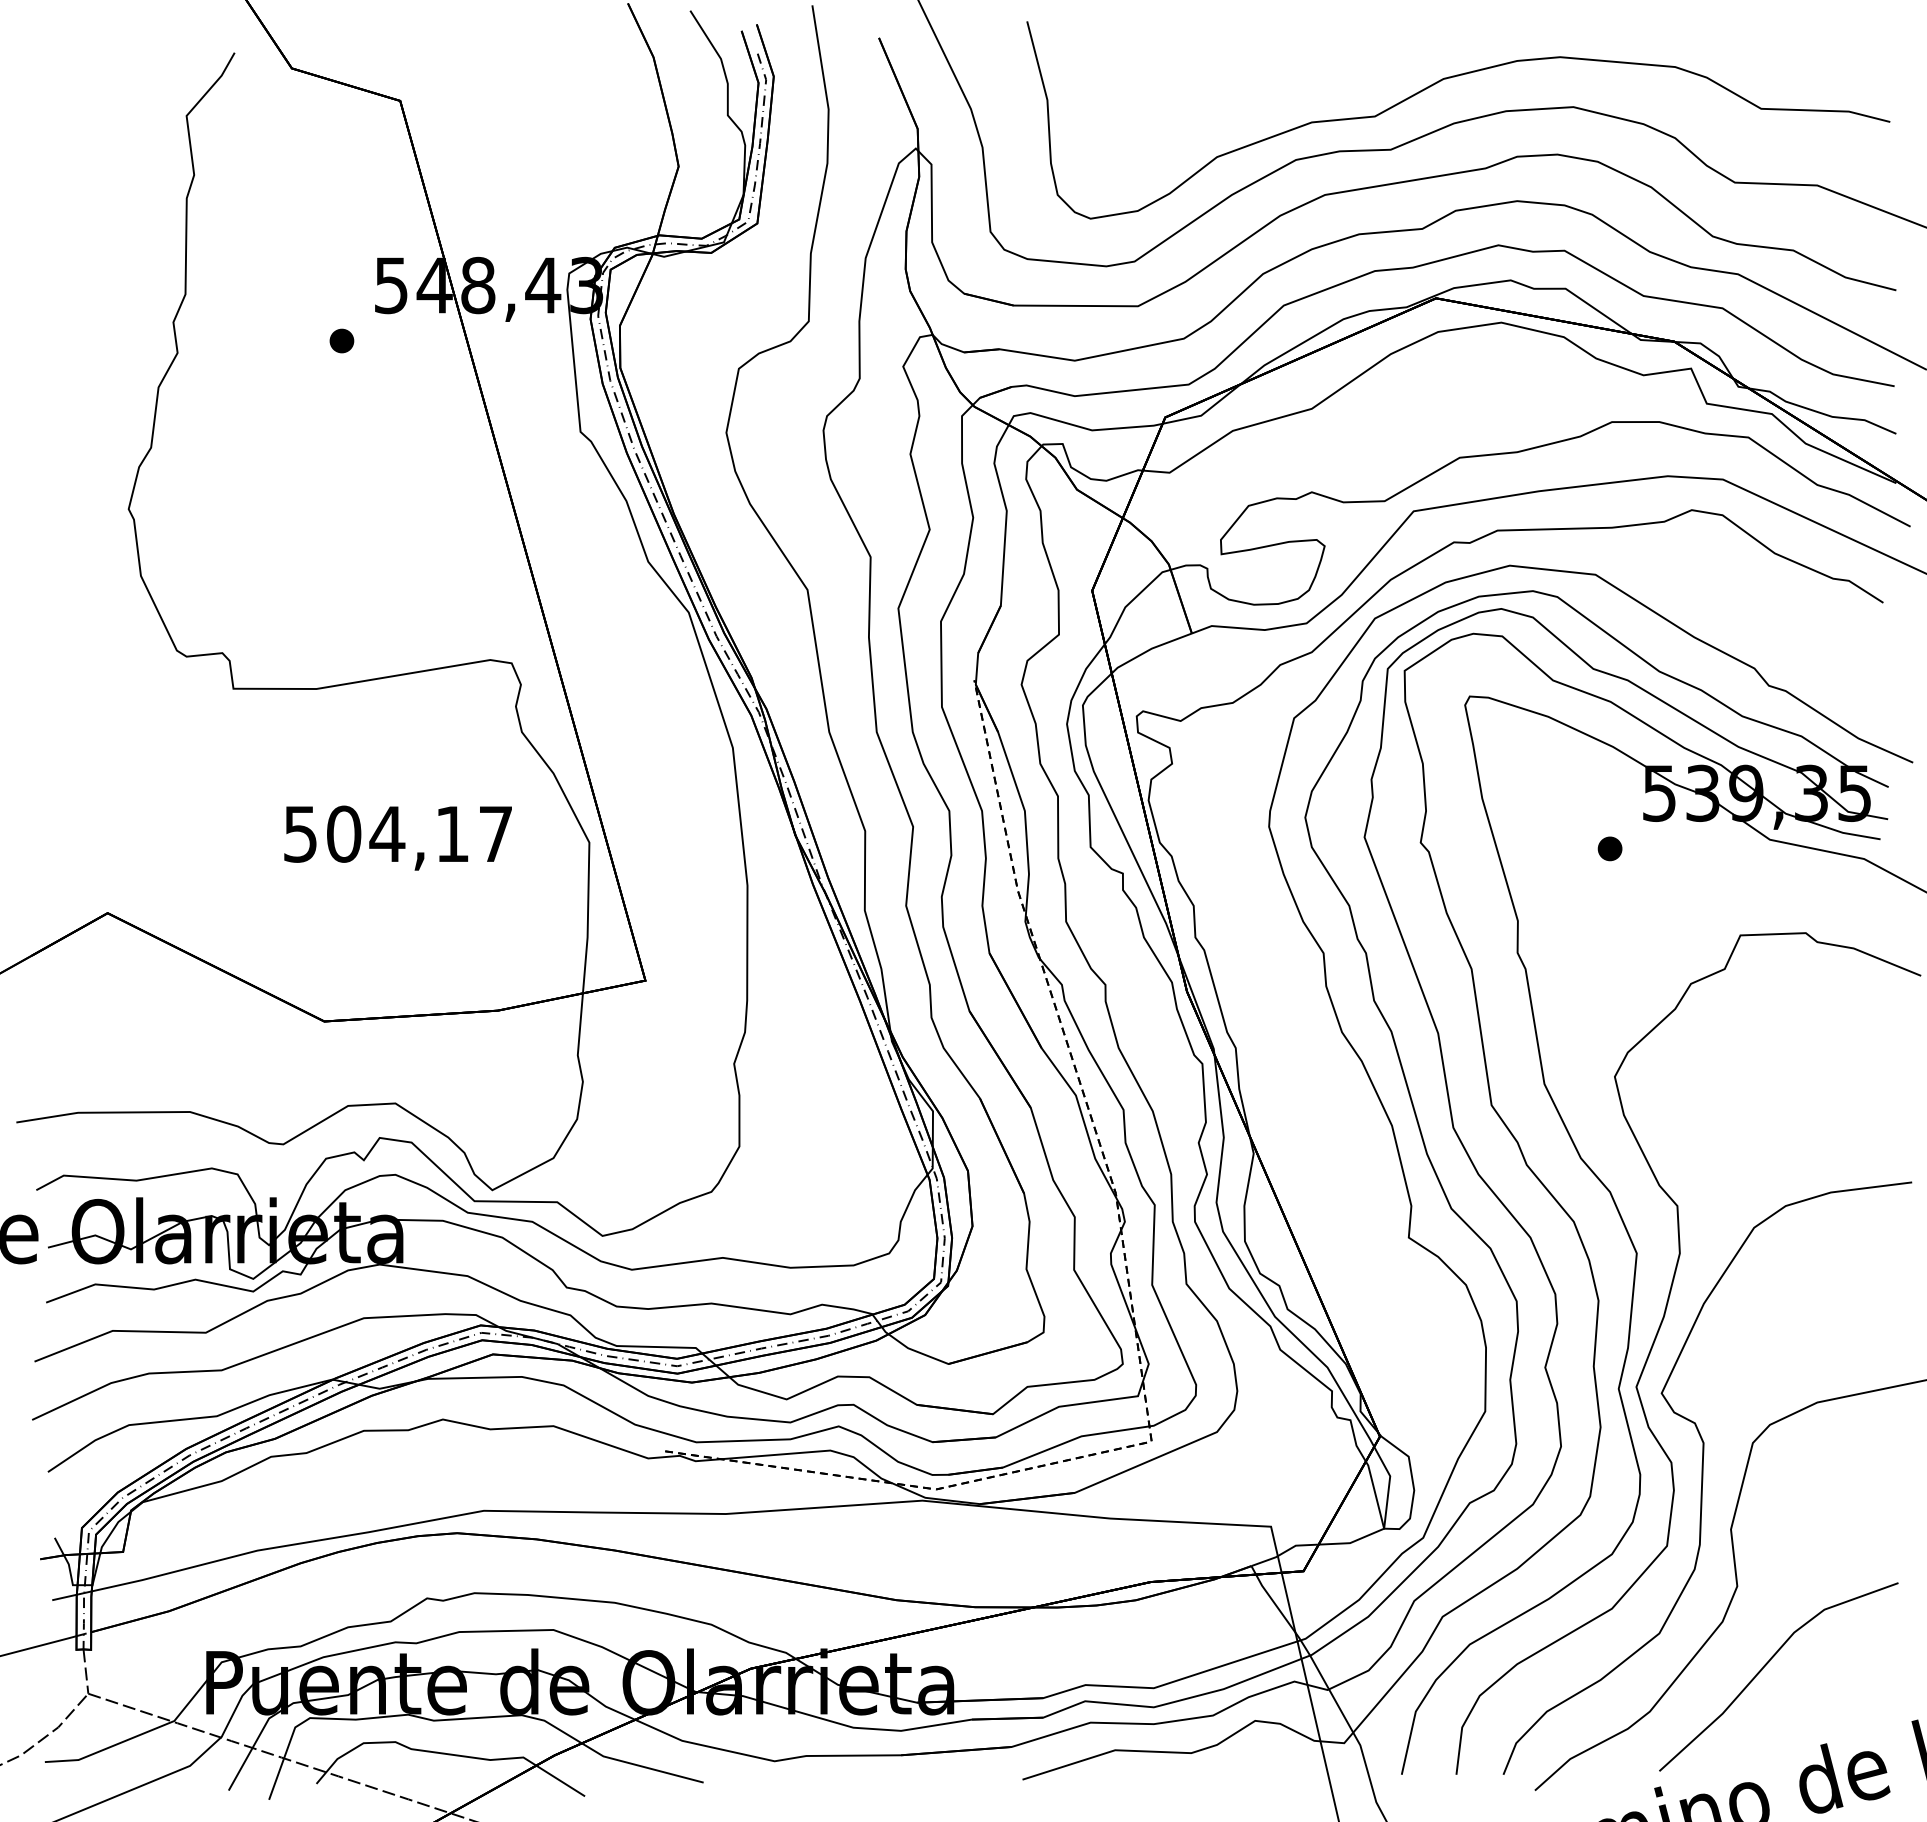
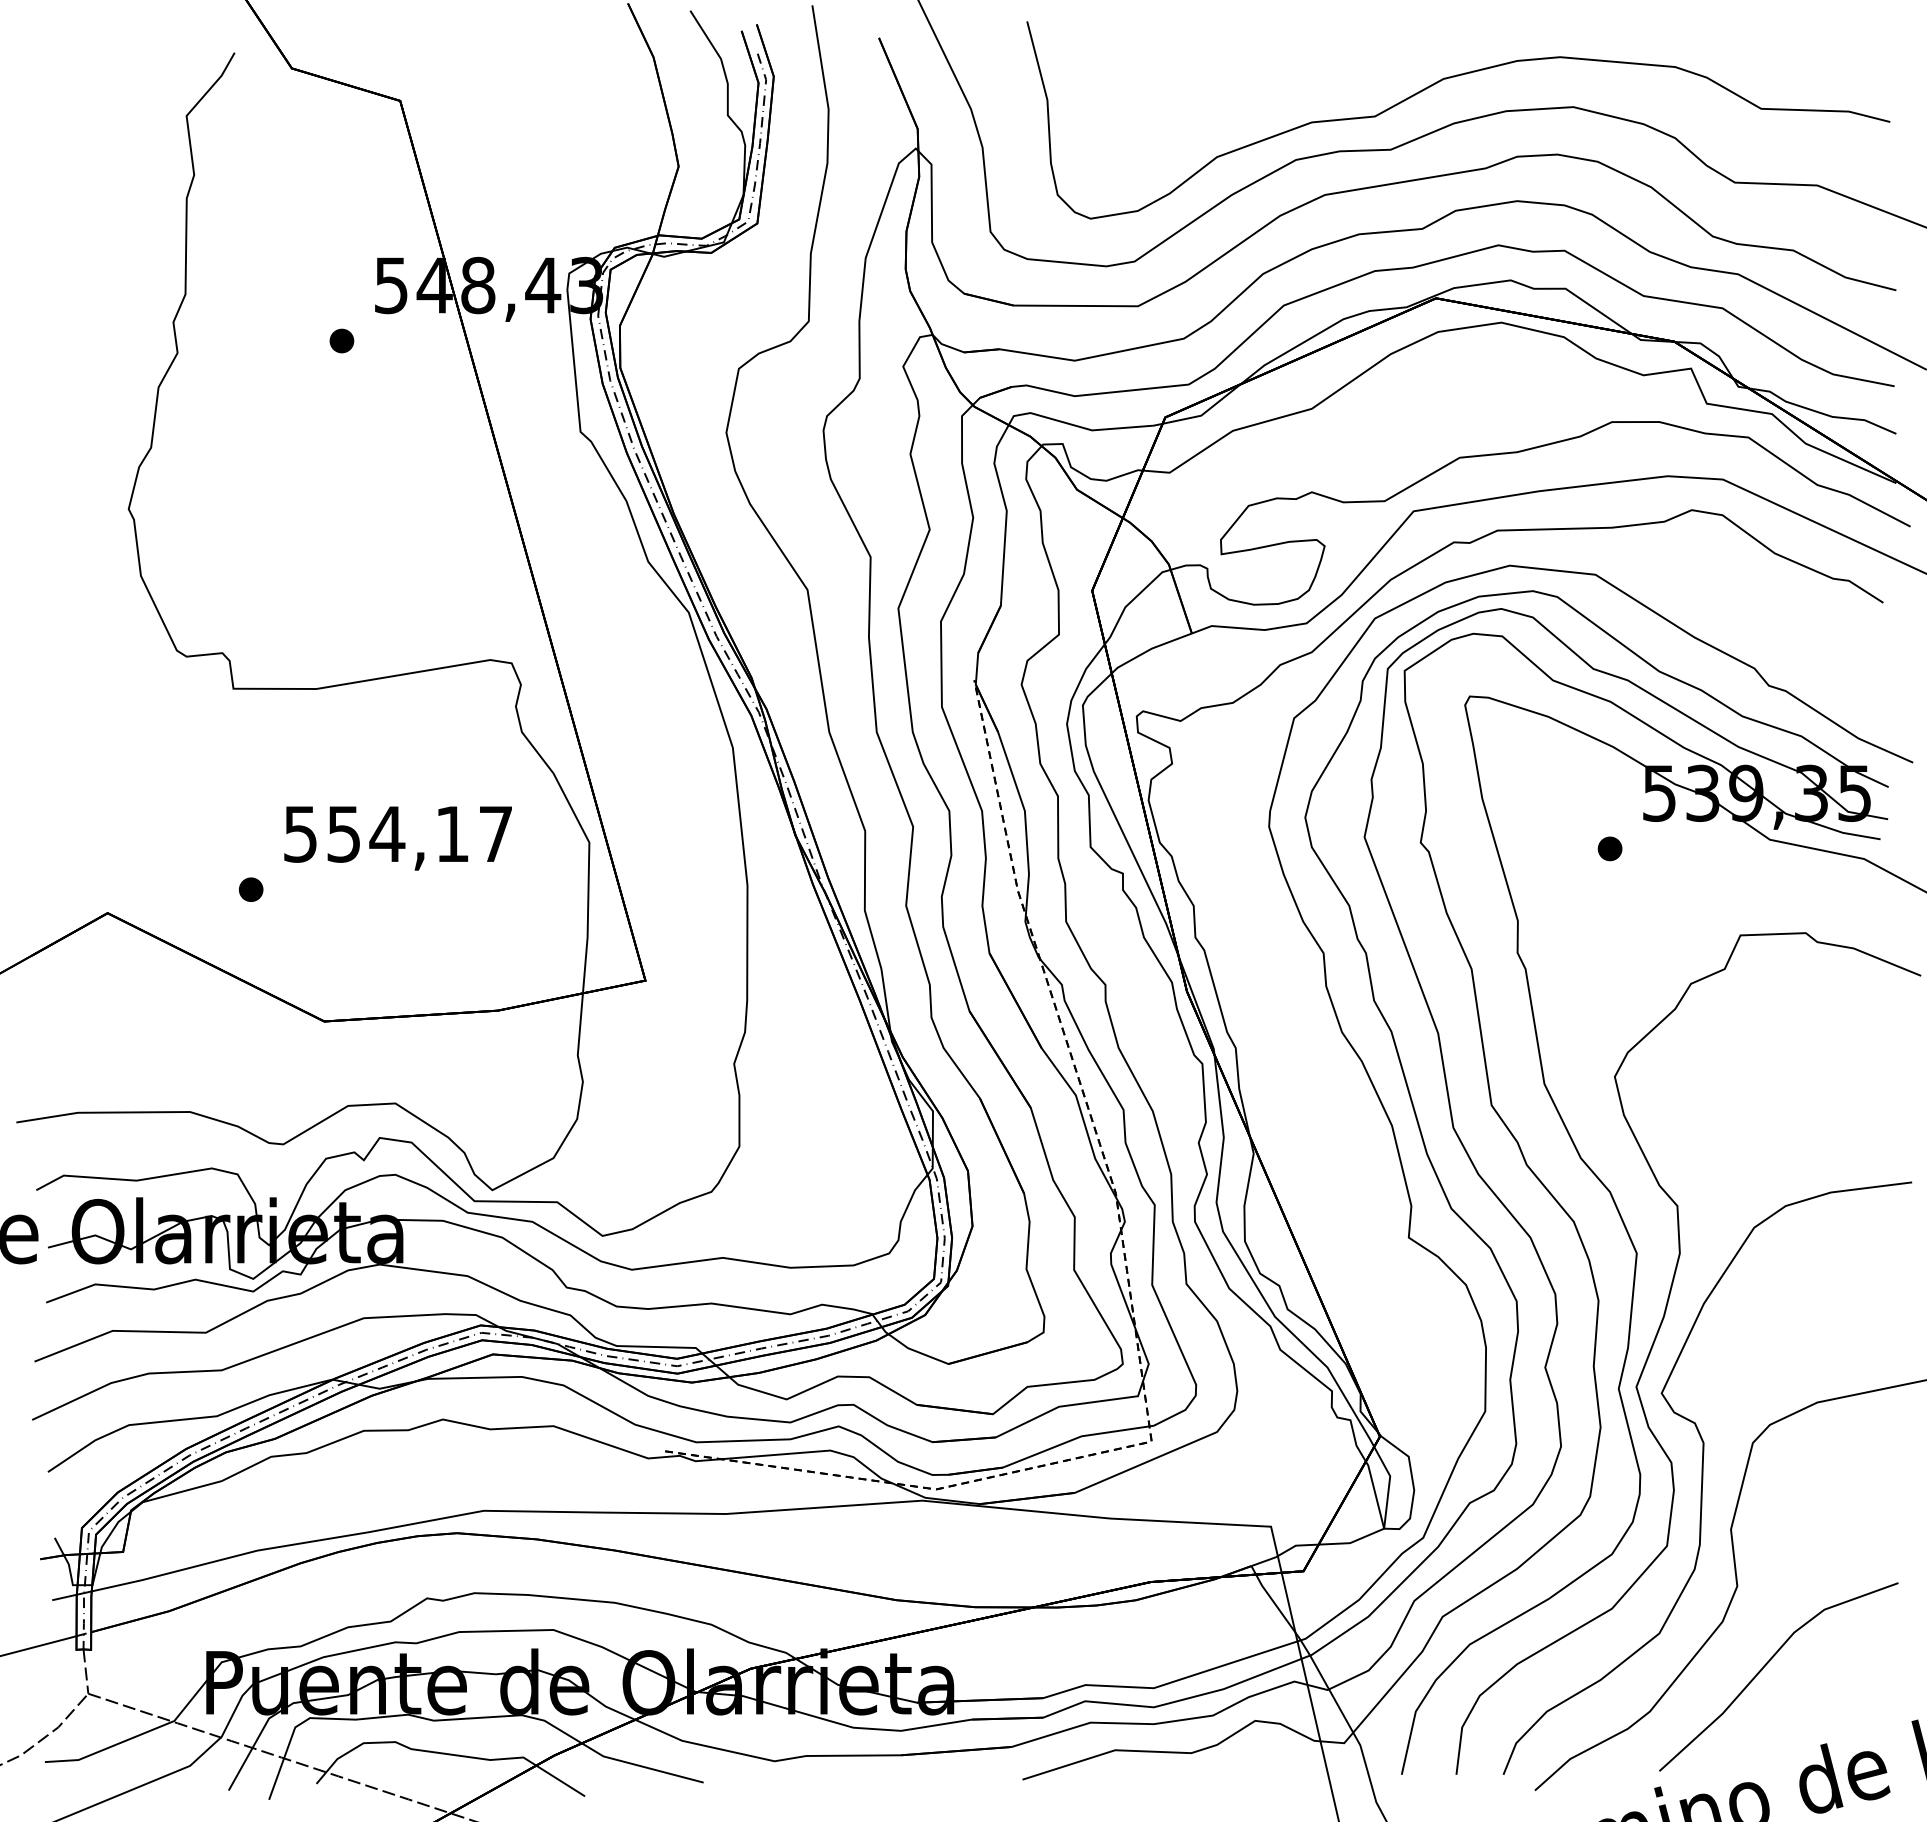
text at (344, 833): 504,17 -> 554,17
part at (251, 889): none -> present
